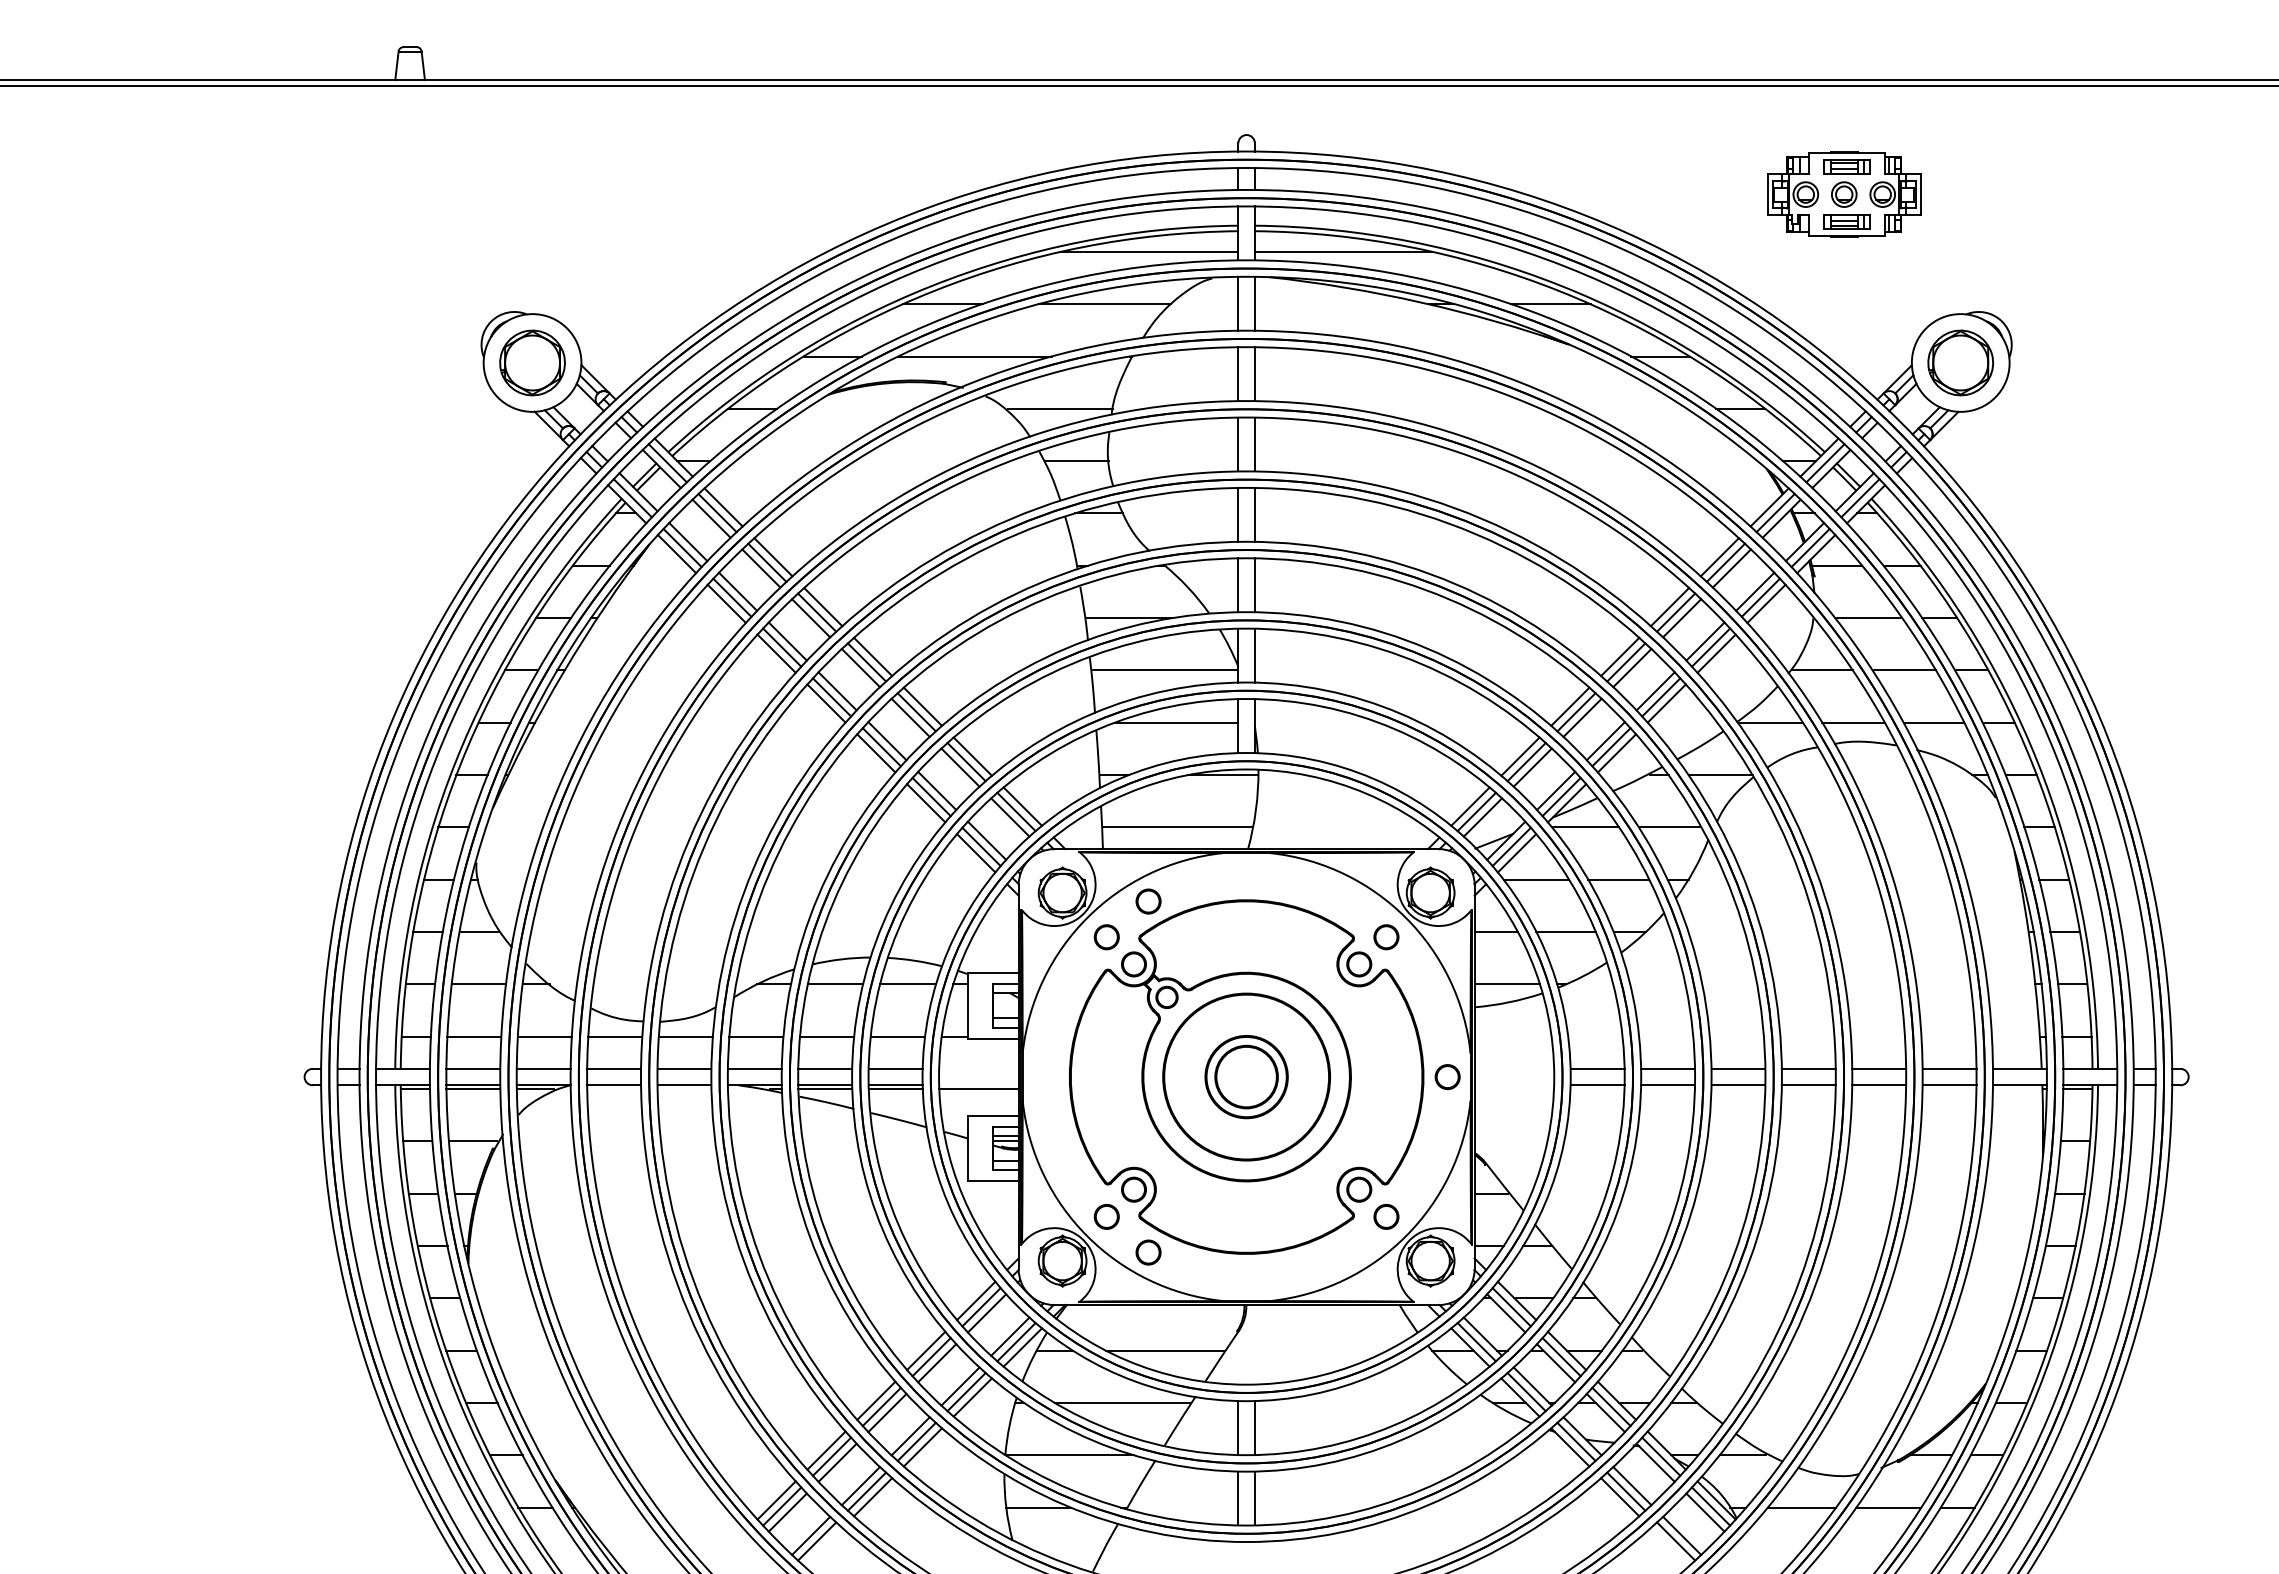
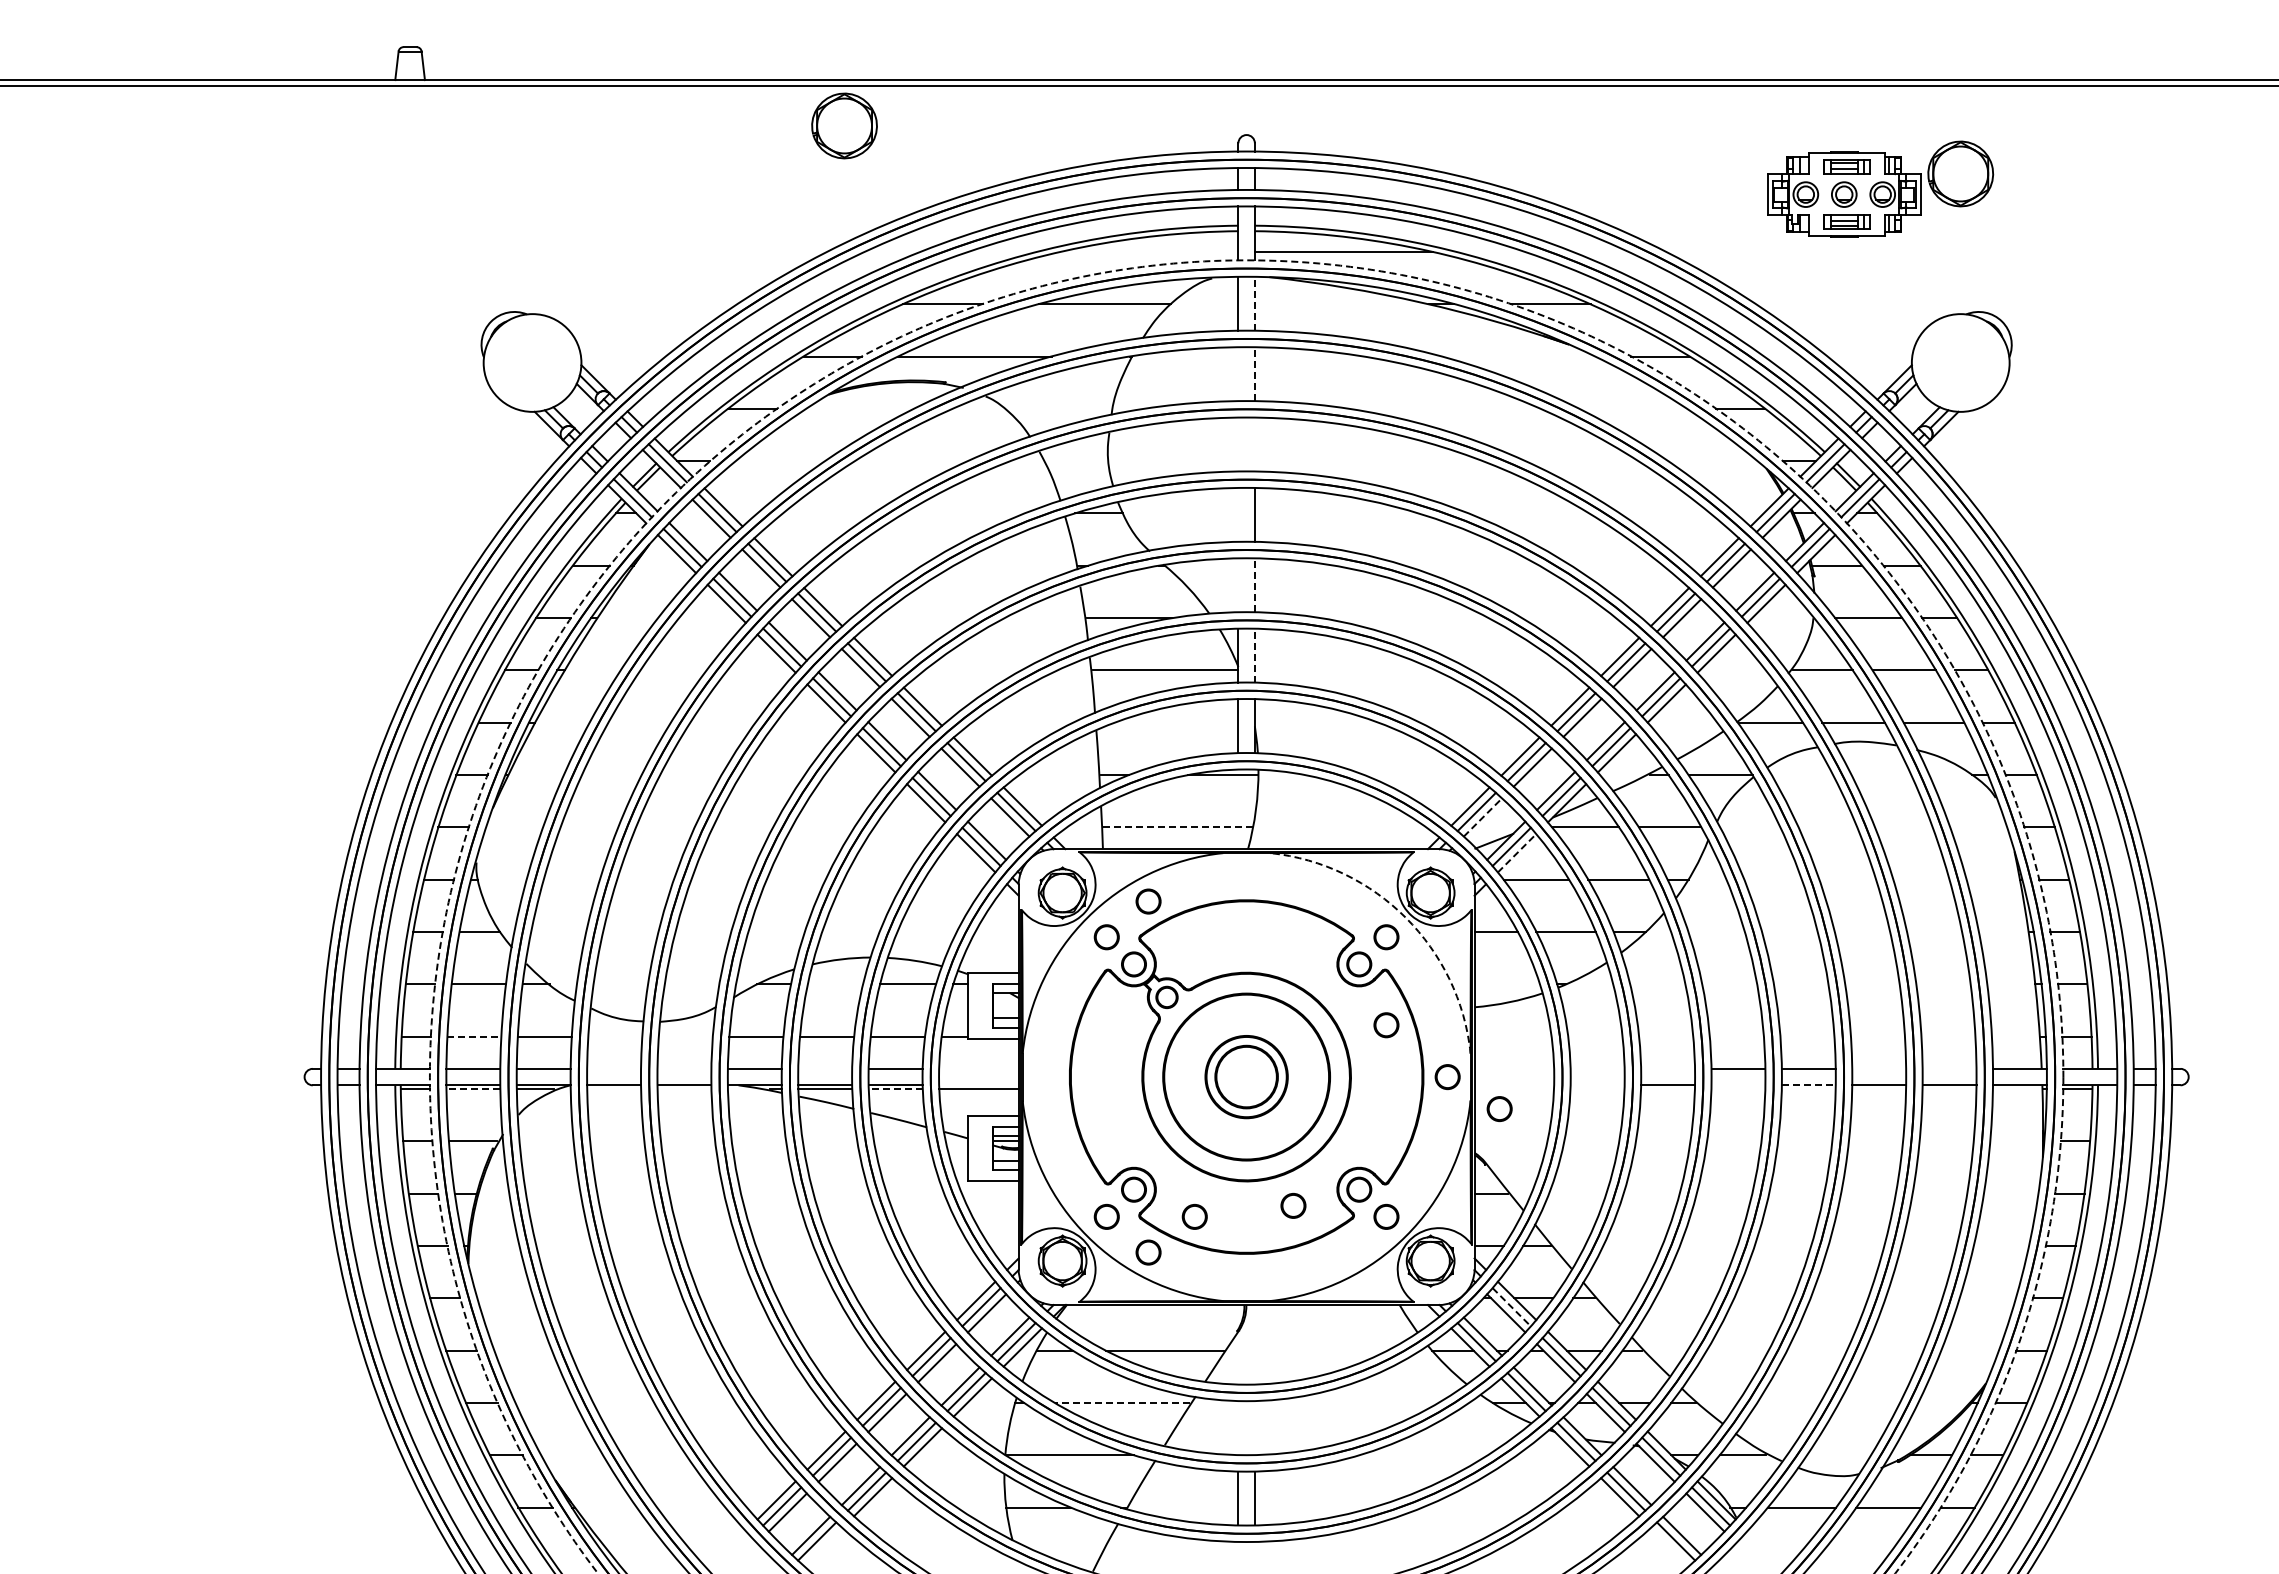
line at (1149, 251): present -> none
line at (1254, 303): solid -> dashed
part at (532, 362) position: (532, 362) -> (844, 125)
part at (1960, 362) position: (1960, 362) -> (1960, 173)
line at (1238, 374): present -> none
line at (1254, 374): solid -> dashed
line at (1060, 408): present -> none
line at (1238, 444): present -> none
line at (1254, 444): present -> none
line at (1077, 461): present -> none
line at (1238, 514): present -> none
line at (1238, 585): present -> none
line at (1254, 585): solid -> dashed
line at (1254, 655): solid -> dashed
line at (1176, 722): present -> none
line at (1483, 817): solid -> dashed
line at (1178, 827): solid -> dashed
line at (1517, 852): solid -> dashed
circle at (1246, 916): solid -> dashed
arc at (1405, 917): solid -> dashed
line at (835, 984): present -> none
line at (1506, 984): present -> none
circle at (1386, 1025): none -> present
line at (474, 1036): solid -> dashed
line at (615, 1036): present -> none
line at (685, 1036): present -> none
line at (614, 1068): present -> none
line at (684, 1068): present -> none
line at (825, 1068): present -> none
line at (1597, 1068): present -> none
line at (1668, 1068): present -> none
line at (1879, 1068): present -> none
line at (1949, 1068): present -> none
line at (1597, 1085): present -> none
line at (1738, 1085): present -> none
line at (1808, 1085): solid -> dashed
line at (473, 1089): solid -> dashed
line at (895, 1089): solid -> dashed
circle at (1499, 1109): none -> present
circle at (1293, 1205): none -> present
circle at (1194, 1216): none -> present
line at (1512, 1307): solid -> dashed
line at (1122, 1402): solid -> dashed
line at (1238, 1428): present -> none
line at (1254, 1428): present -> none
